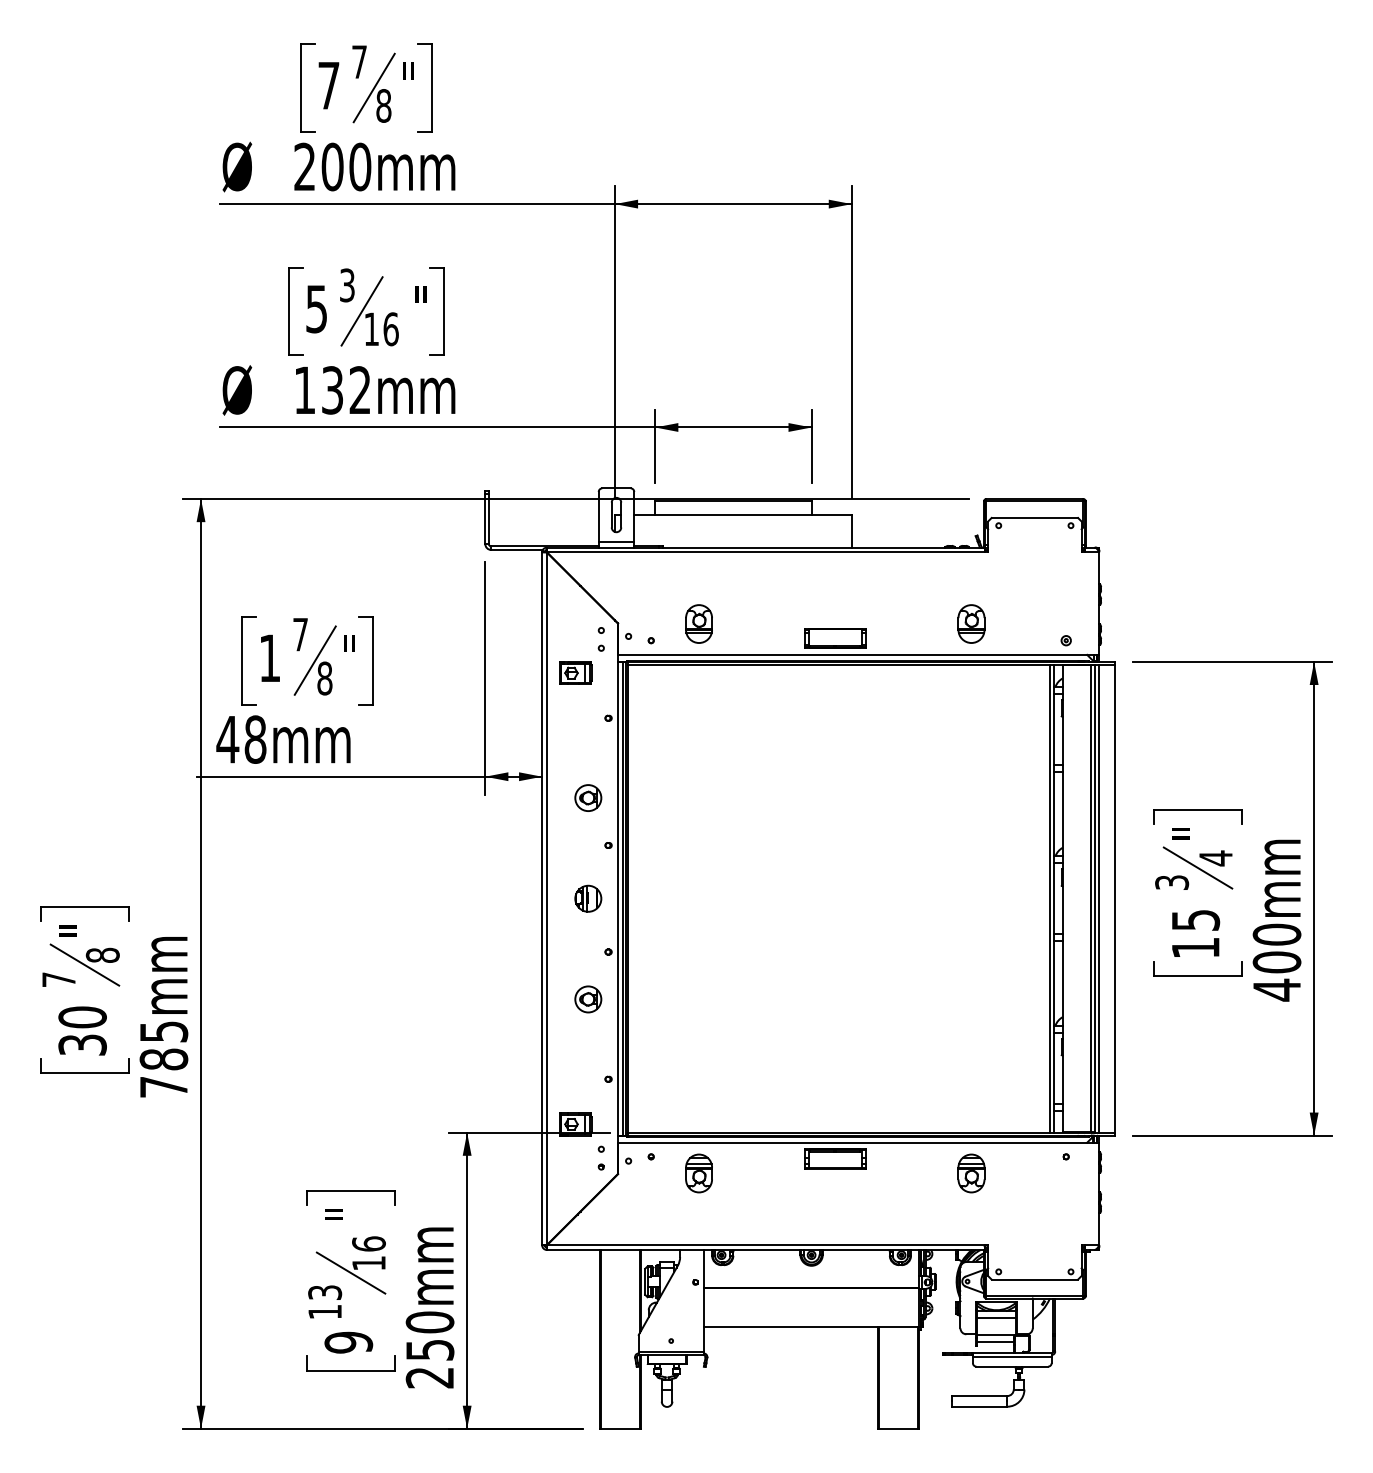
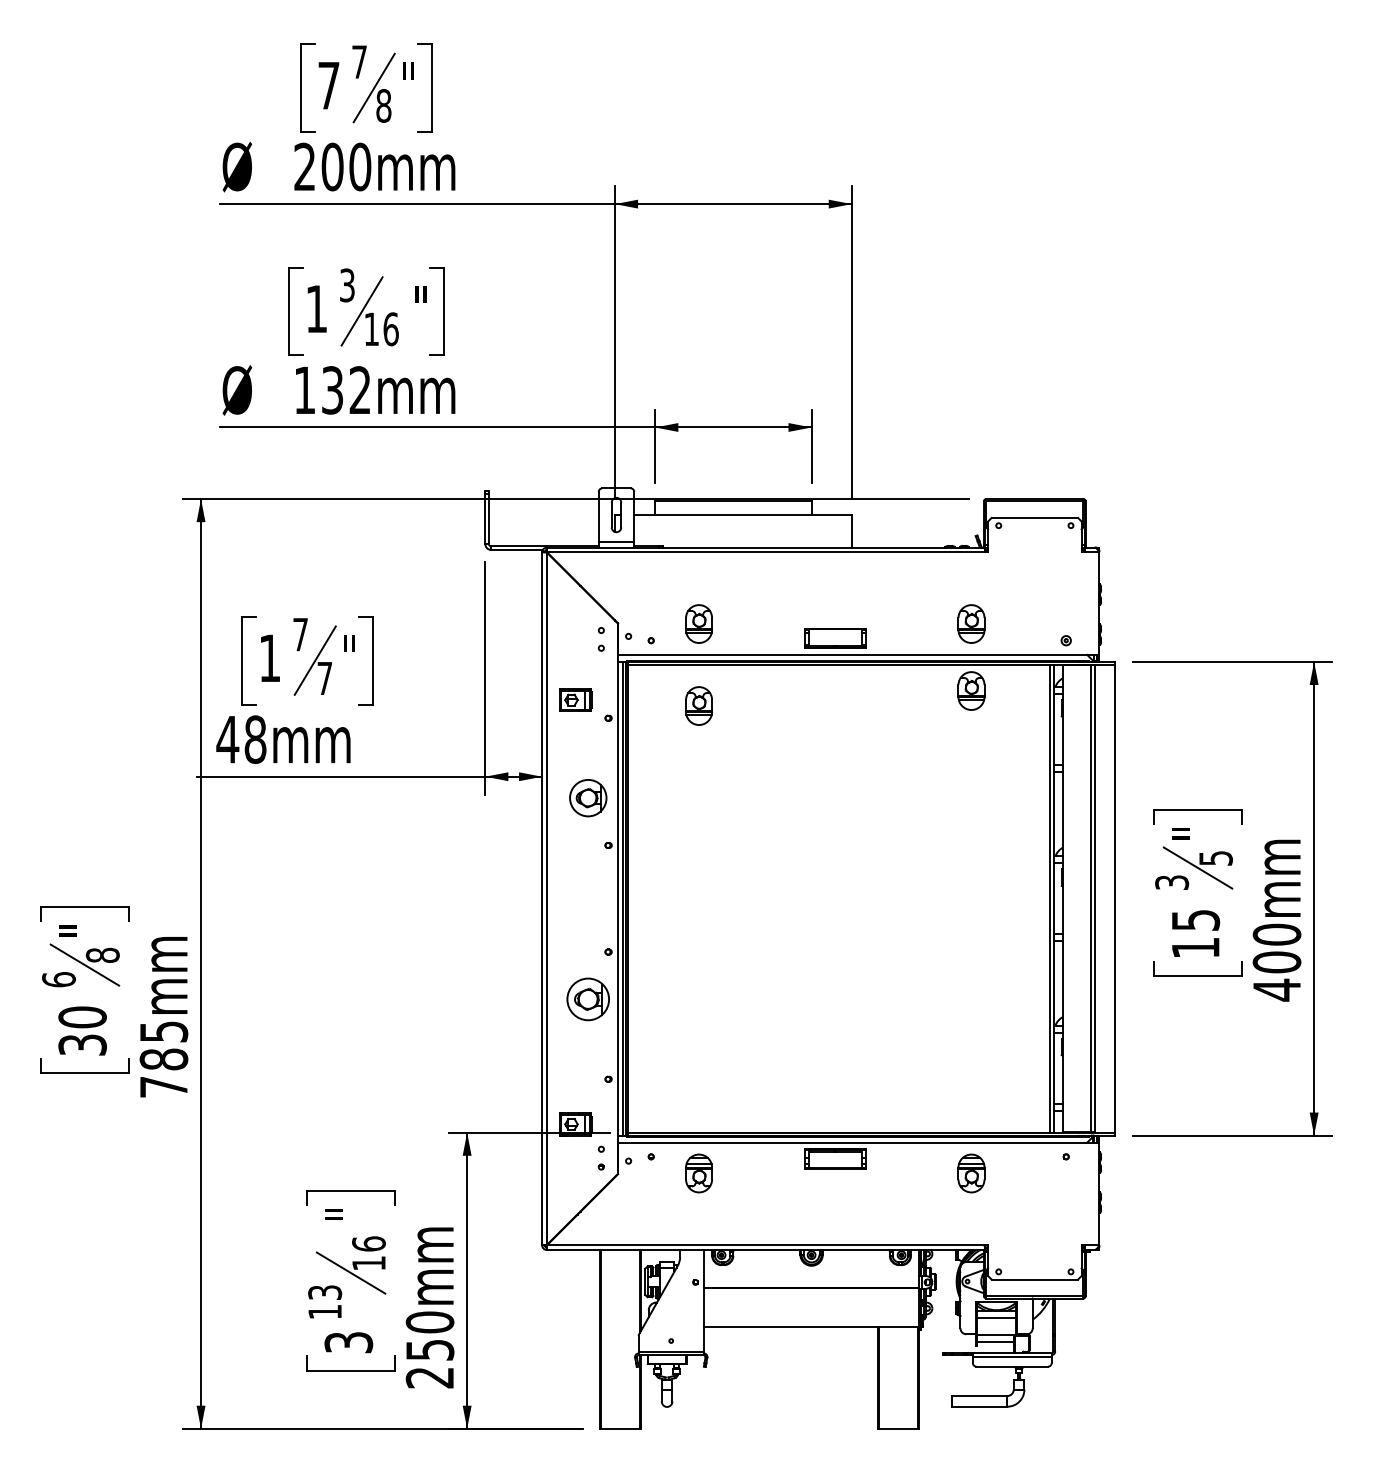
text at (316, 309): 5 -> 1
part at (575, 672) position: (575, 672) -> (575, 699)
text at (324, 678): 8 -> 7
part at (971, 690): none -> present
part at (698, 705): none -> present
part at (588, 797) size: 29x28 px -> 39x39 px
text at (1215, 858): 4 -> 5
part at (588, 898): present -> none
line at (1099, 898): present -> none
text at (58, 979): 7 -> 6
part at (588, 999) size: 29x29 px -> 44x45 px
text at (348, 1342): 9 -> 3
